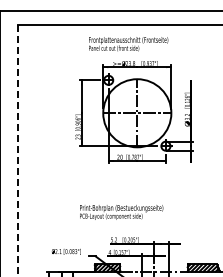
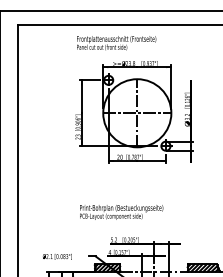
text at (128, 44) position: (128, 44) -> (116, 43)
line at (18, 151): dashed -> solid
text at (65, 251) position: (65, 251) -> (56, 256)
